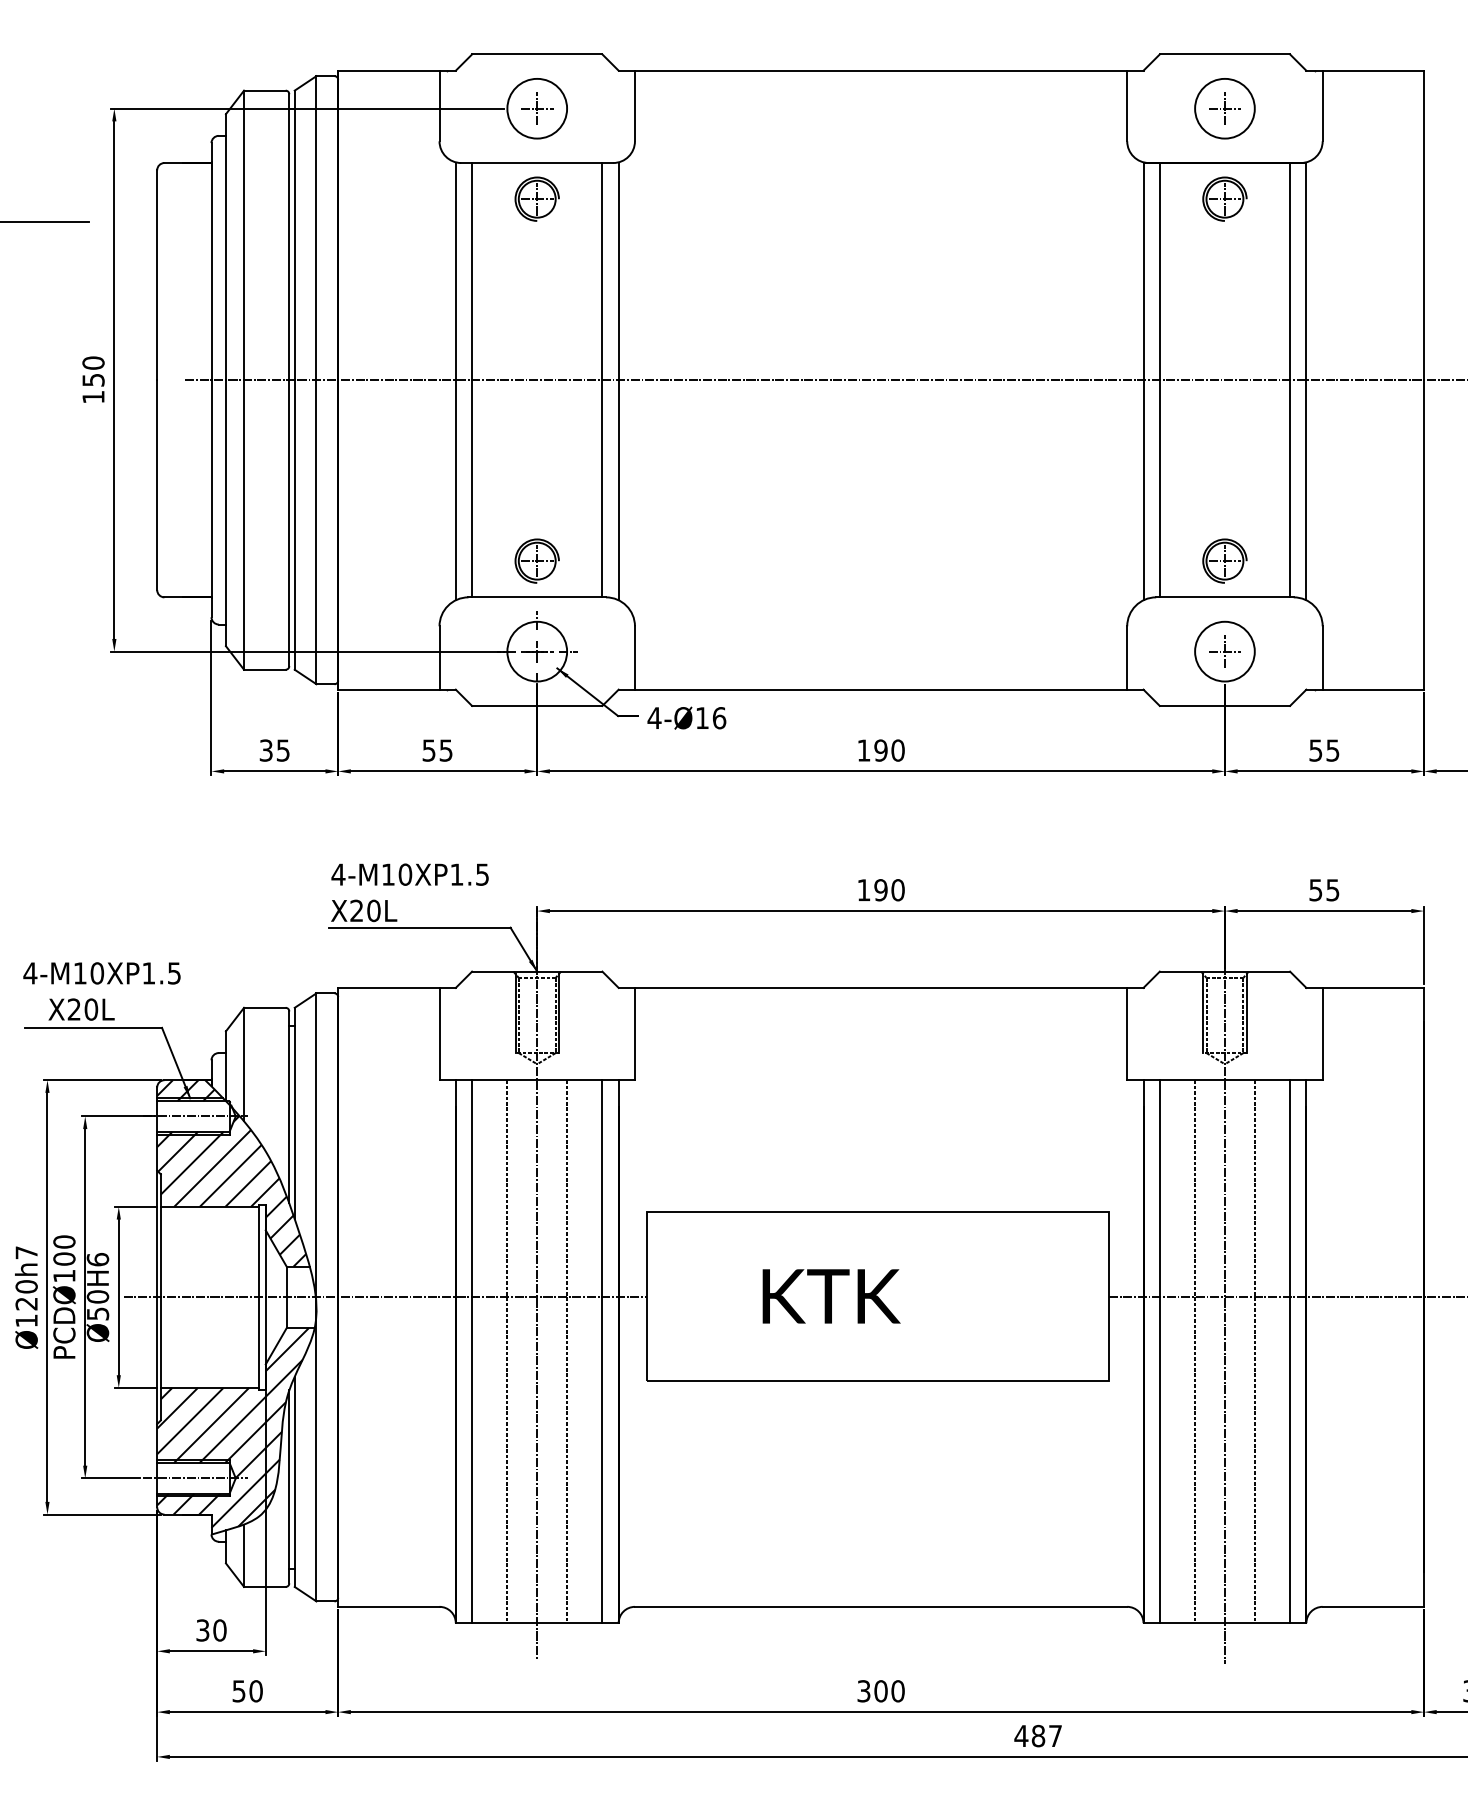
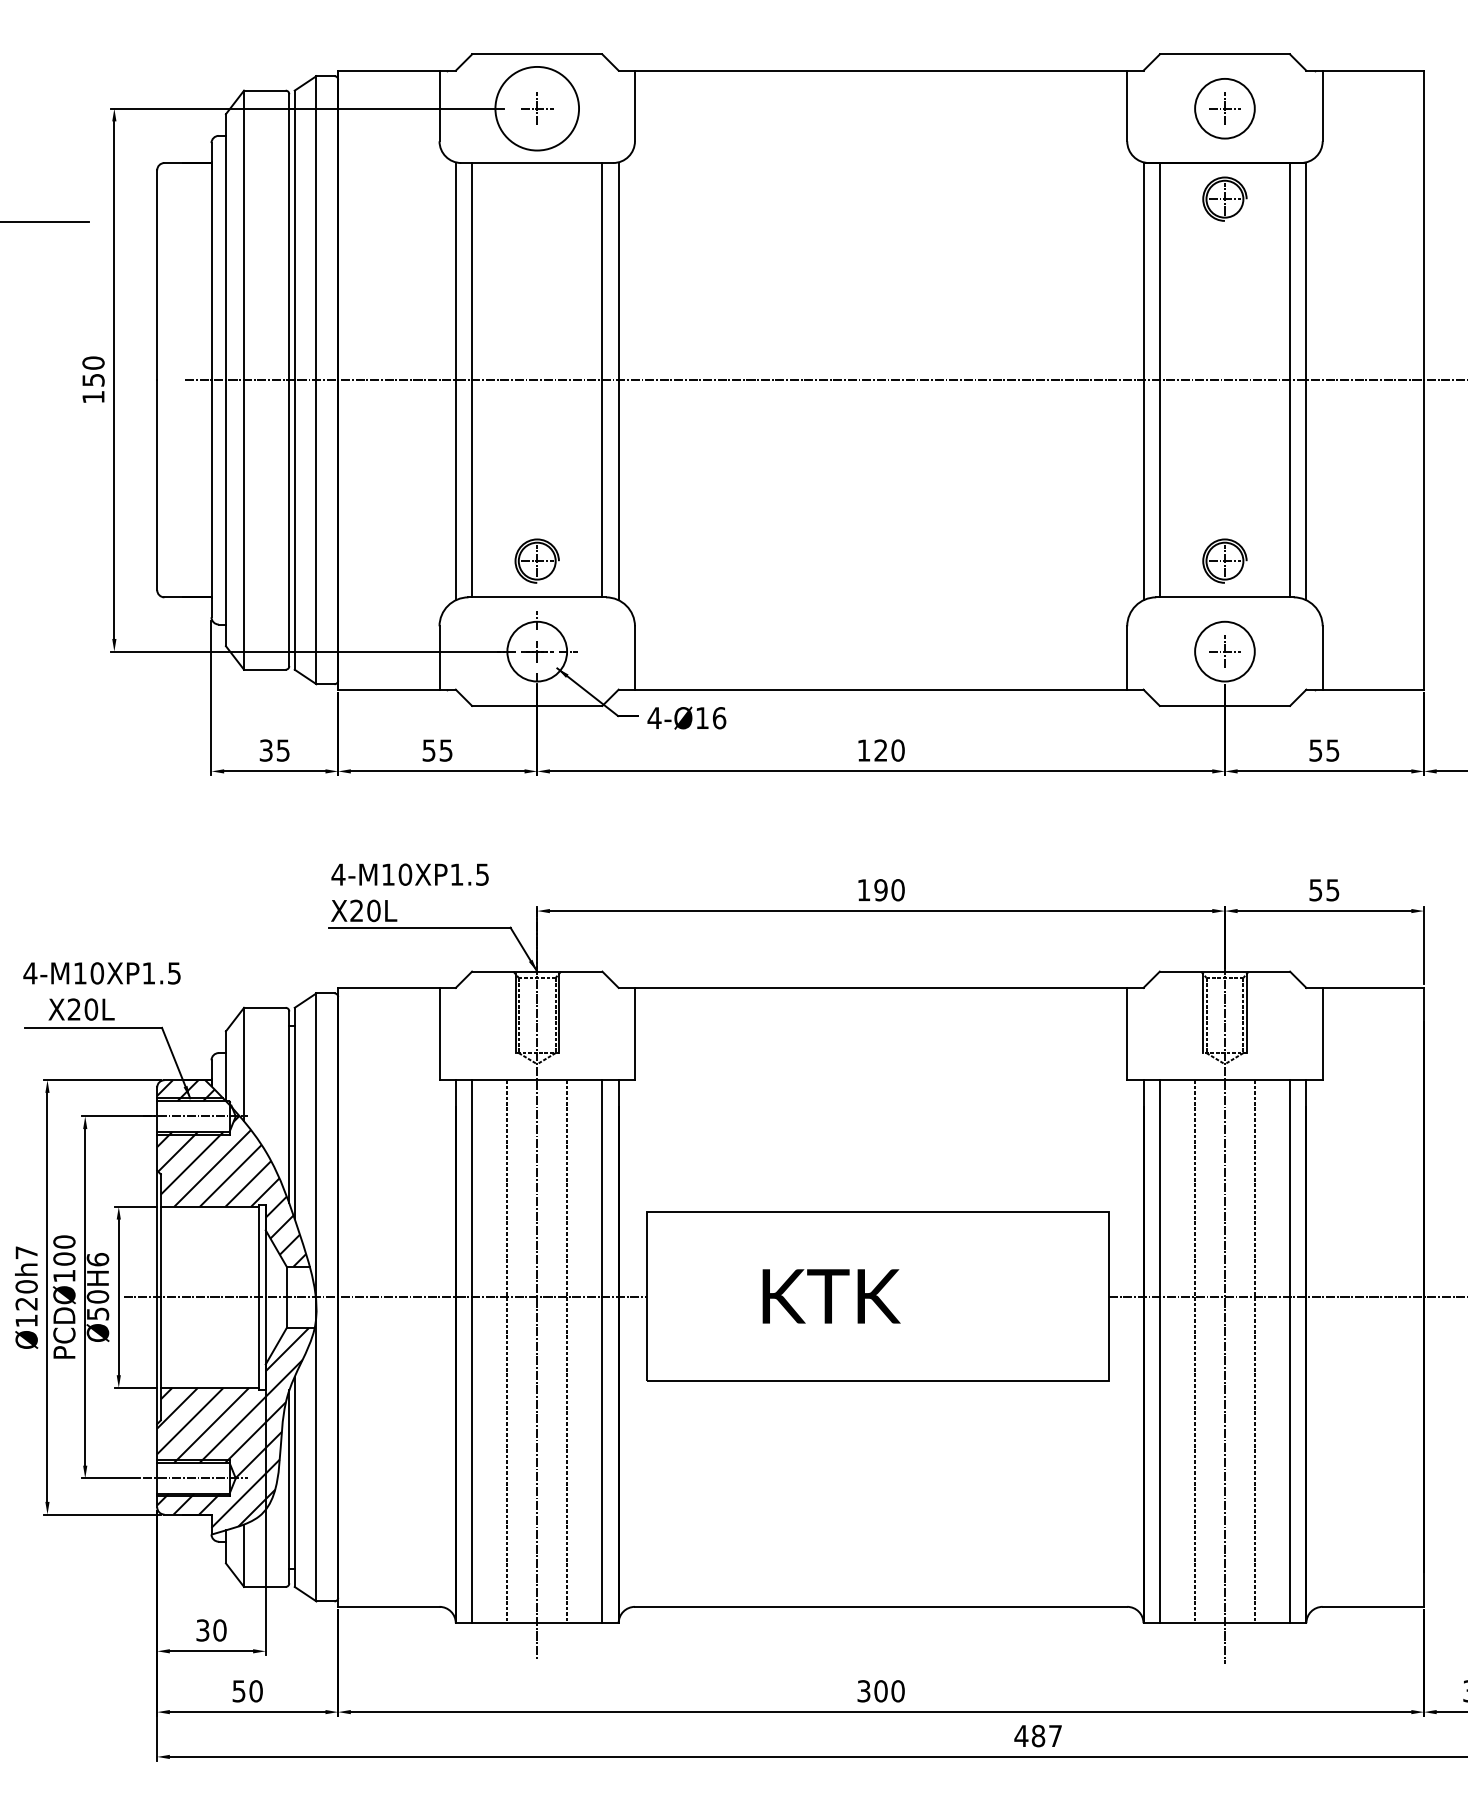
circle at (537, 108) diameter: 60 px -> 84 px
part at (536, 198): present -> none
text at (880, 750): 190 -> 120
